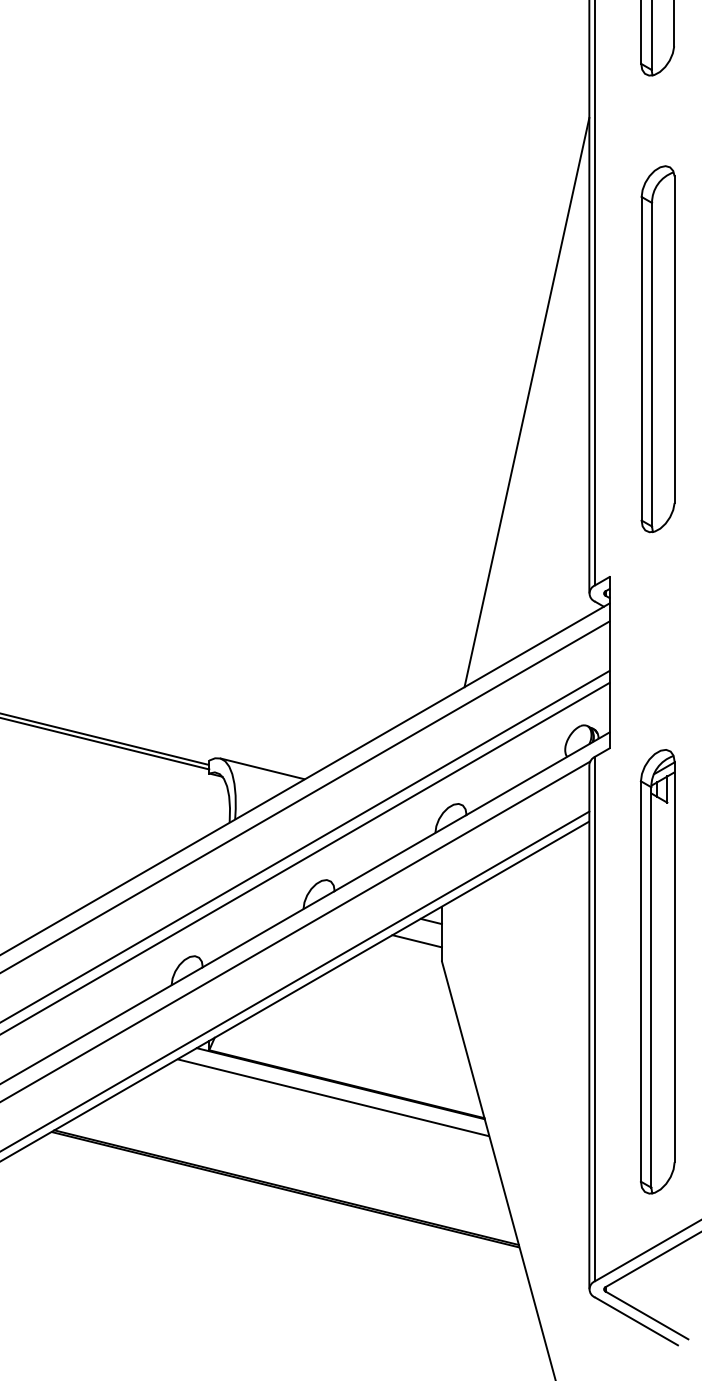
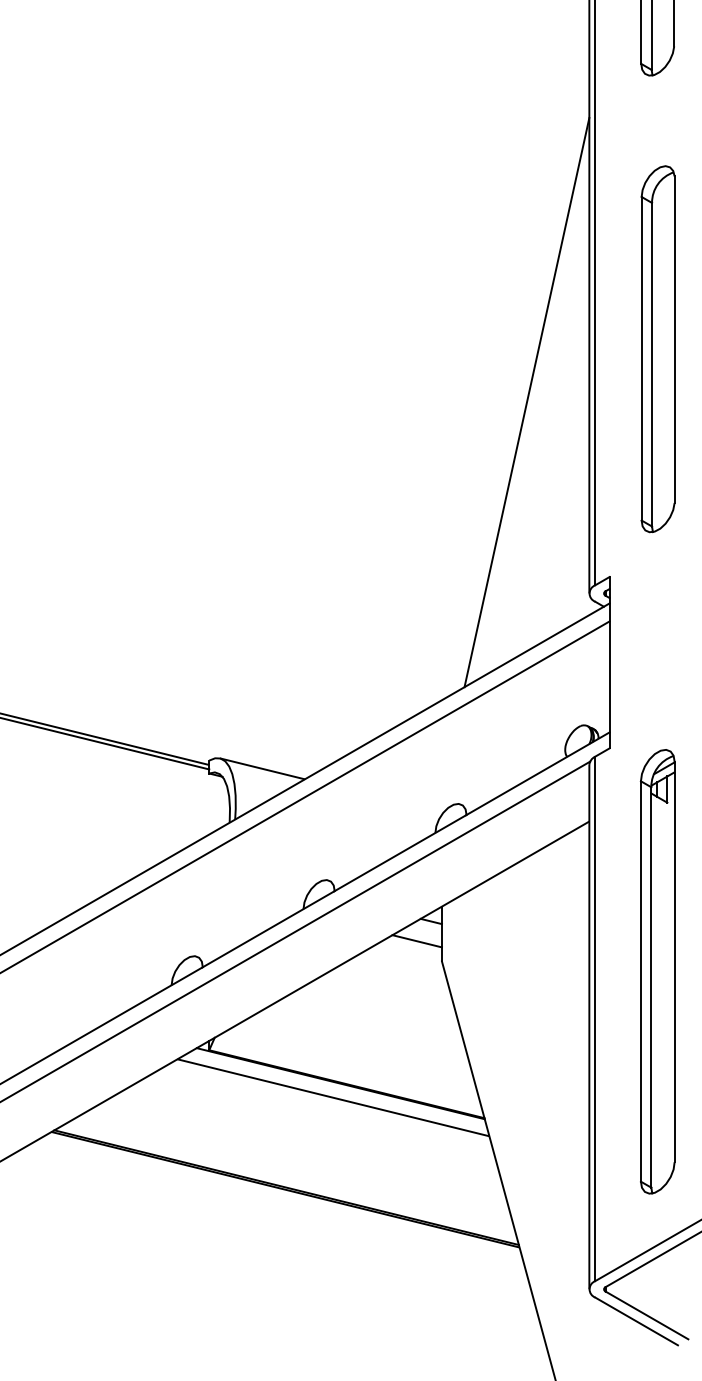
line at (305, 845): present -> none
line at (305, 857): present -> none
line at (295, 980): present -> none
